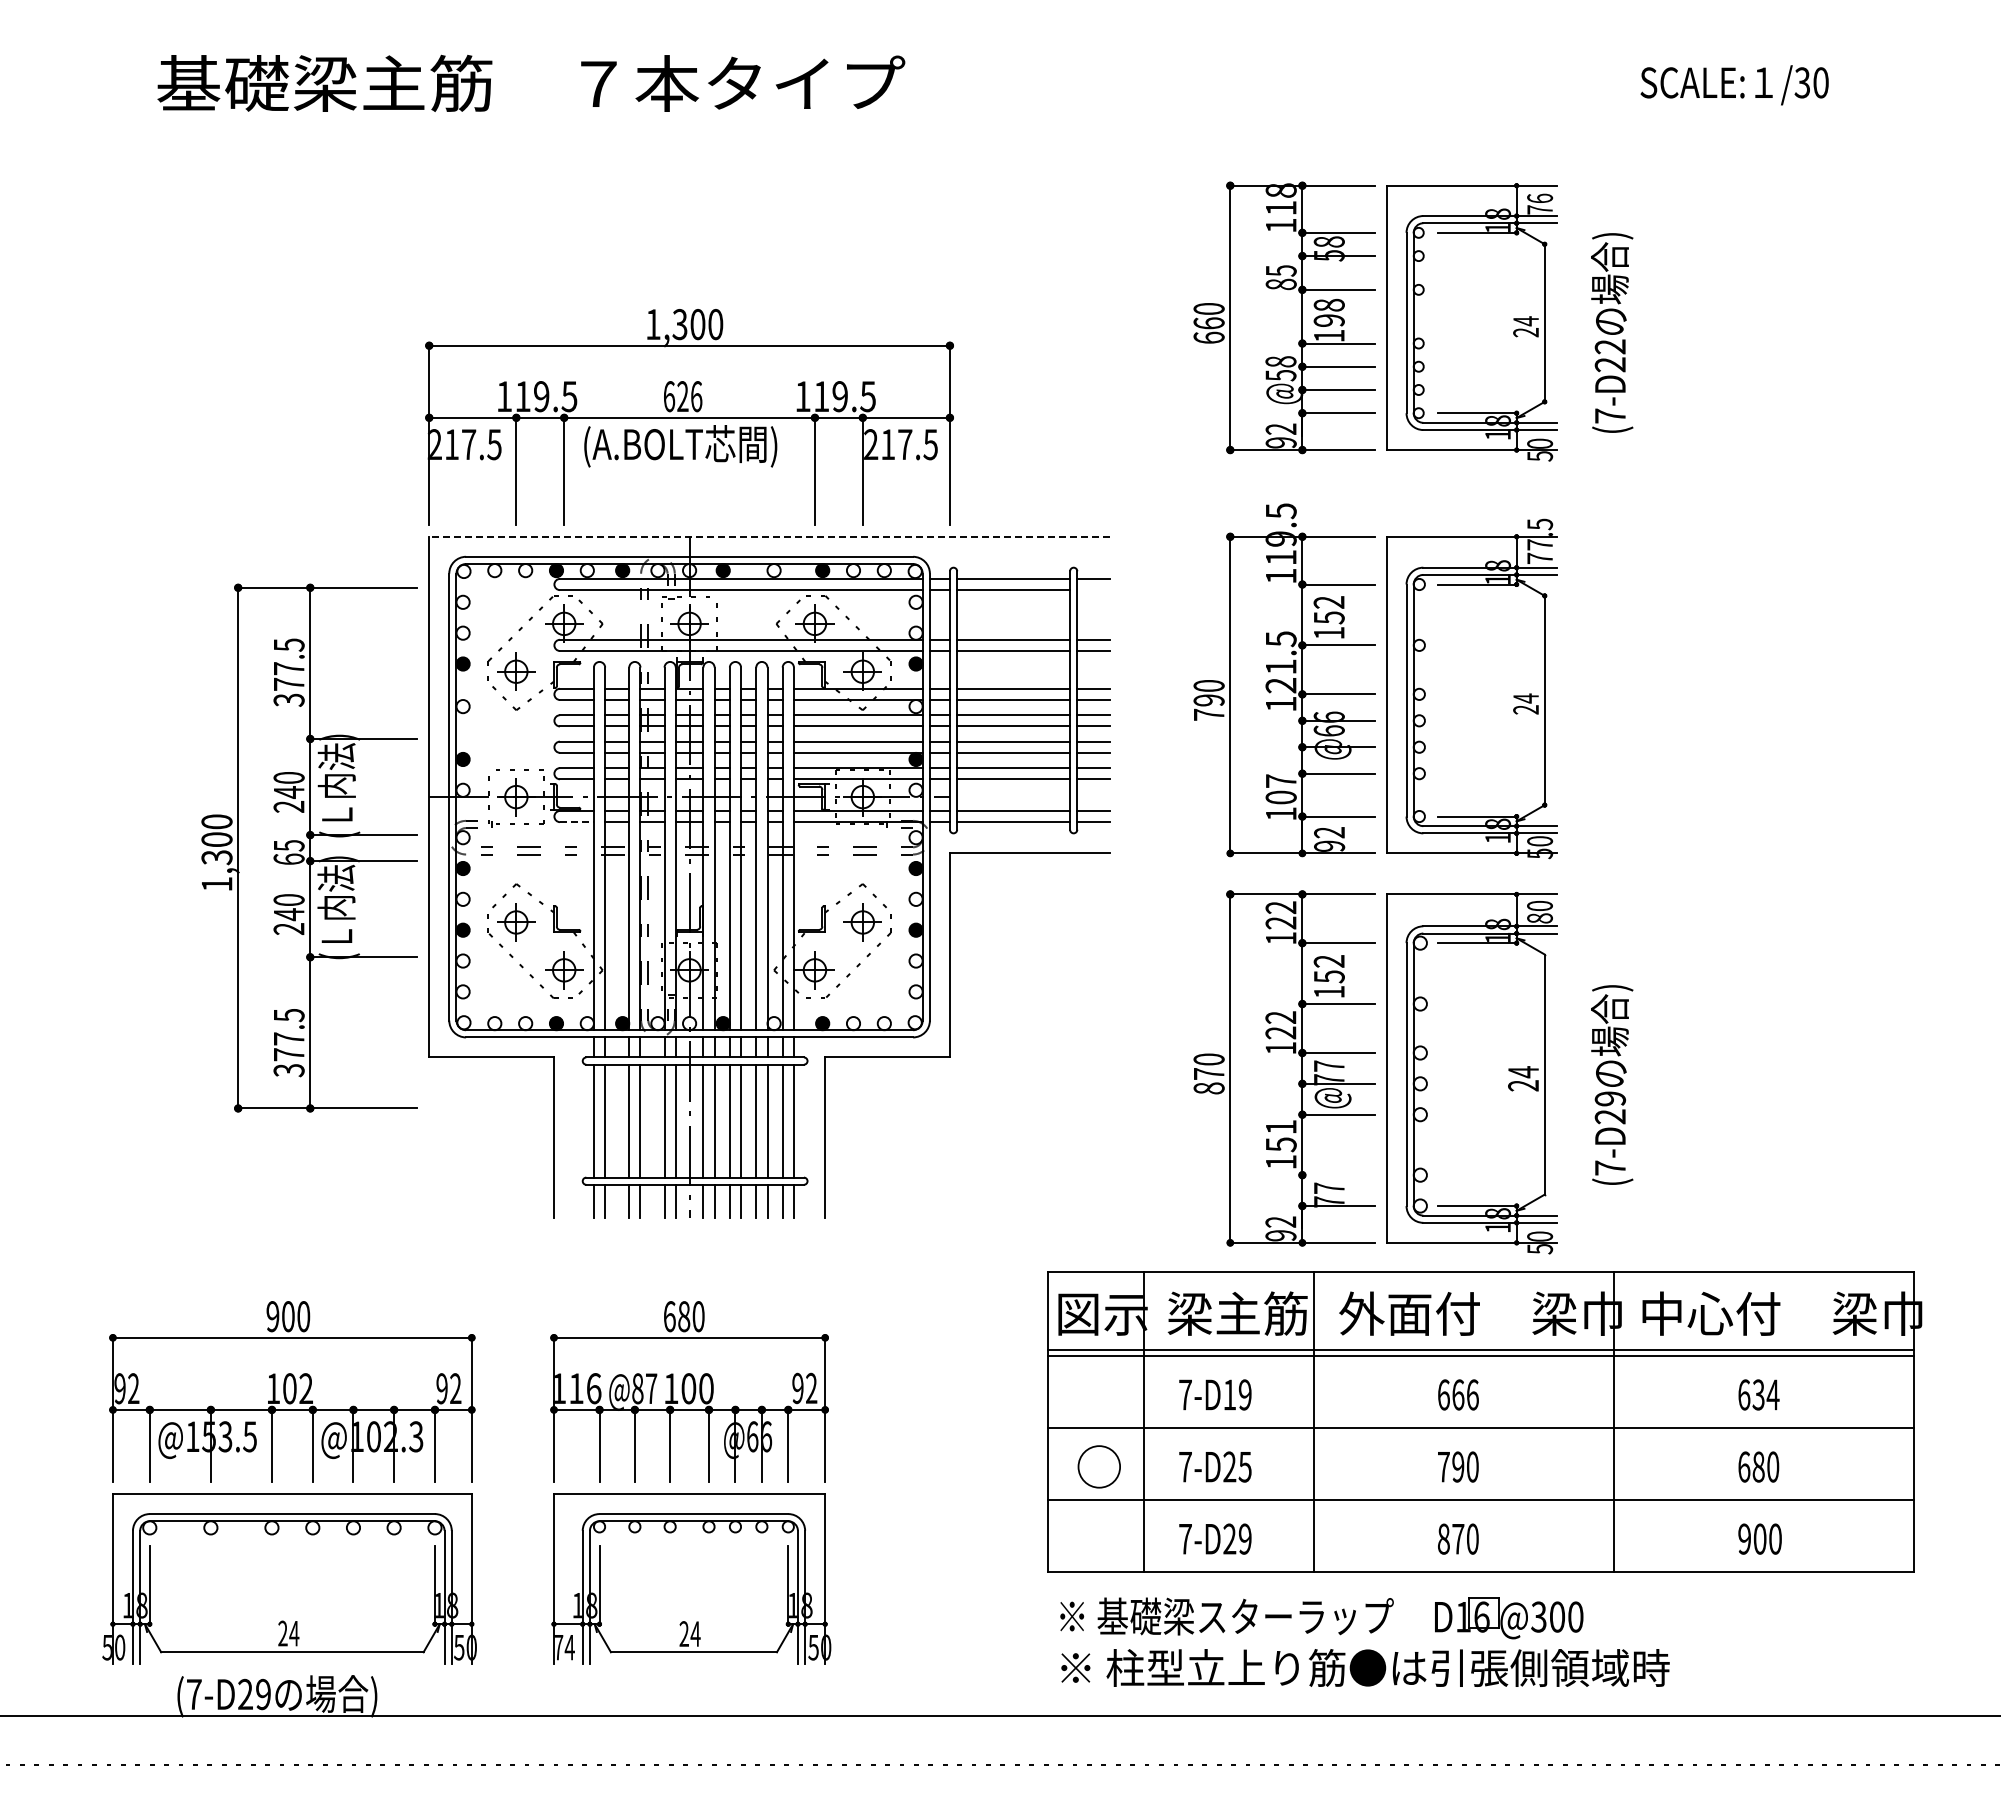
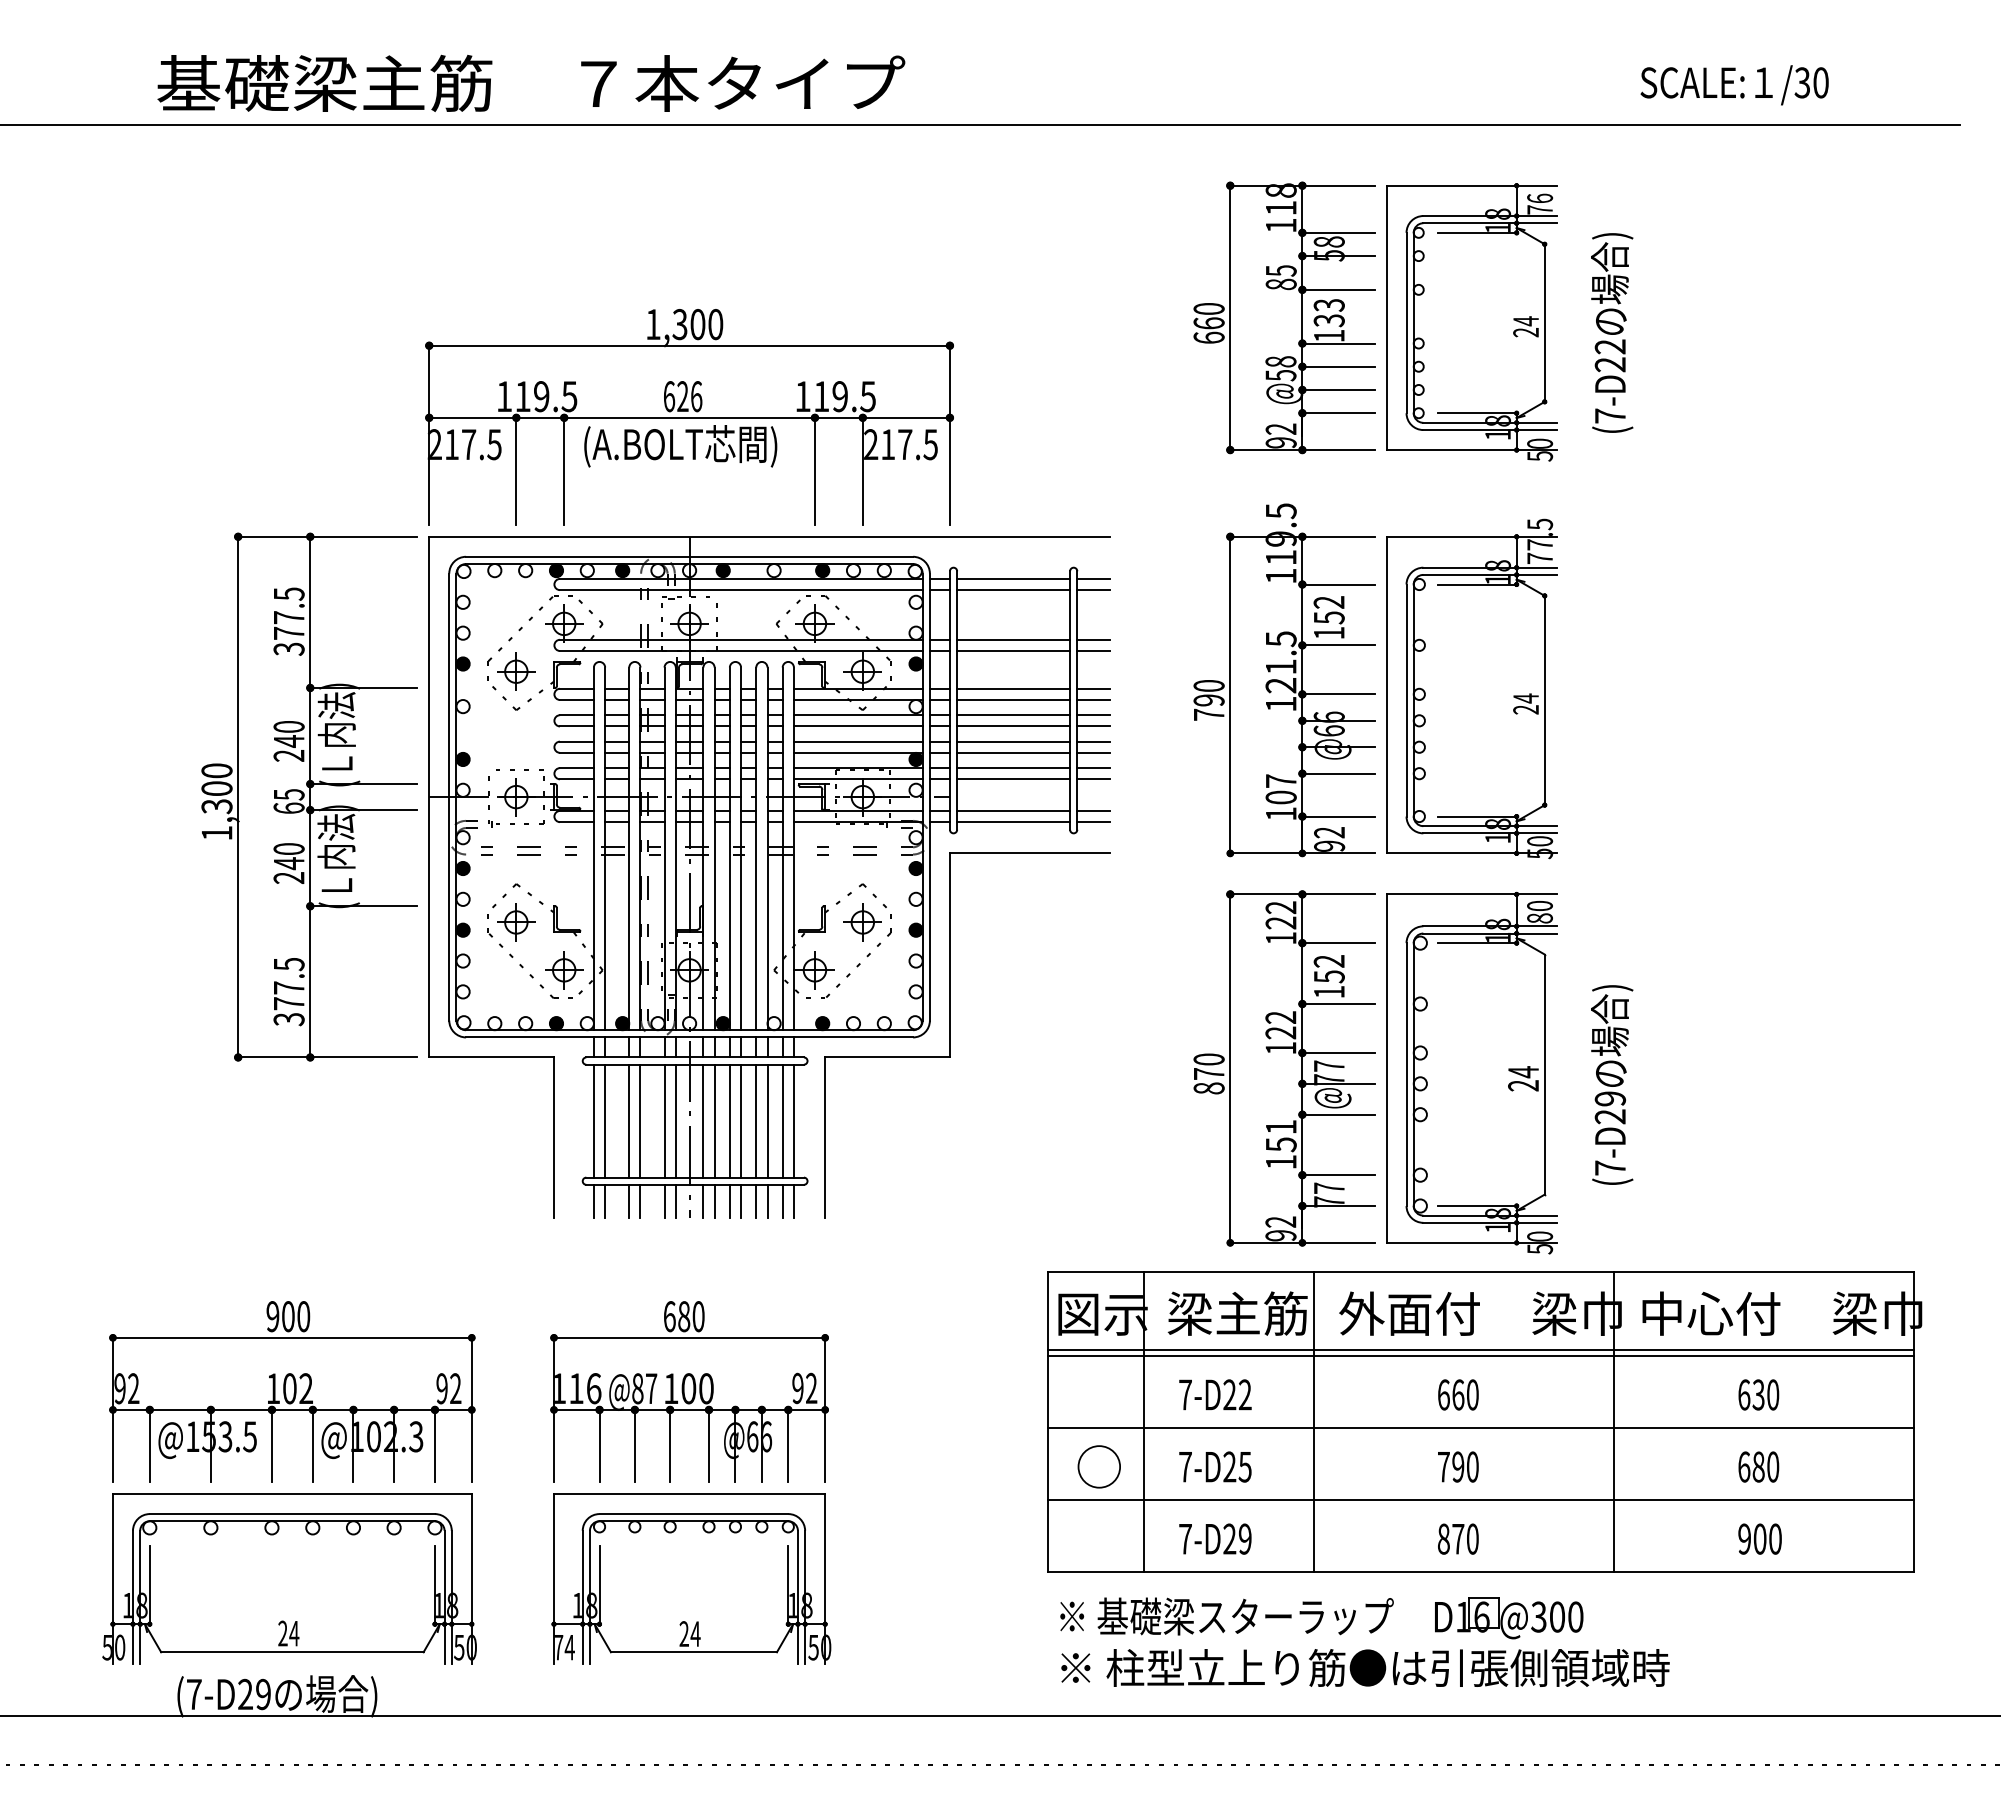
line at (980, 125): none -> present
text at (1328, 312): 198 -> 133
line at (769, 536): dashed -> solid
line at (1093, 590): none -> present
line at (576, 822): dashed -> solid
part at (309, 847) position: (309, 847) -> (309, 796)
line at (1338, 1175): none -> present
text at (1237, 1394): 7-D19 -> 7-D22
text at (1472, 1394): 666 -> 660
text at (1772, 1394): 634 -> 630
